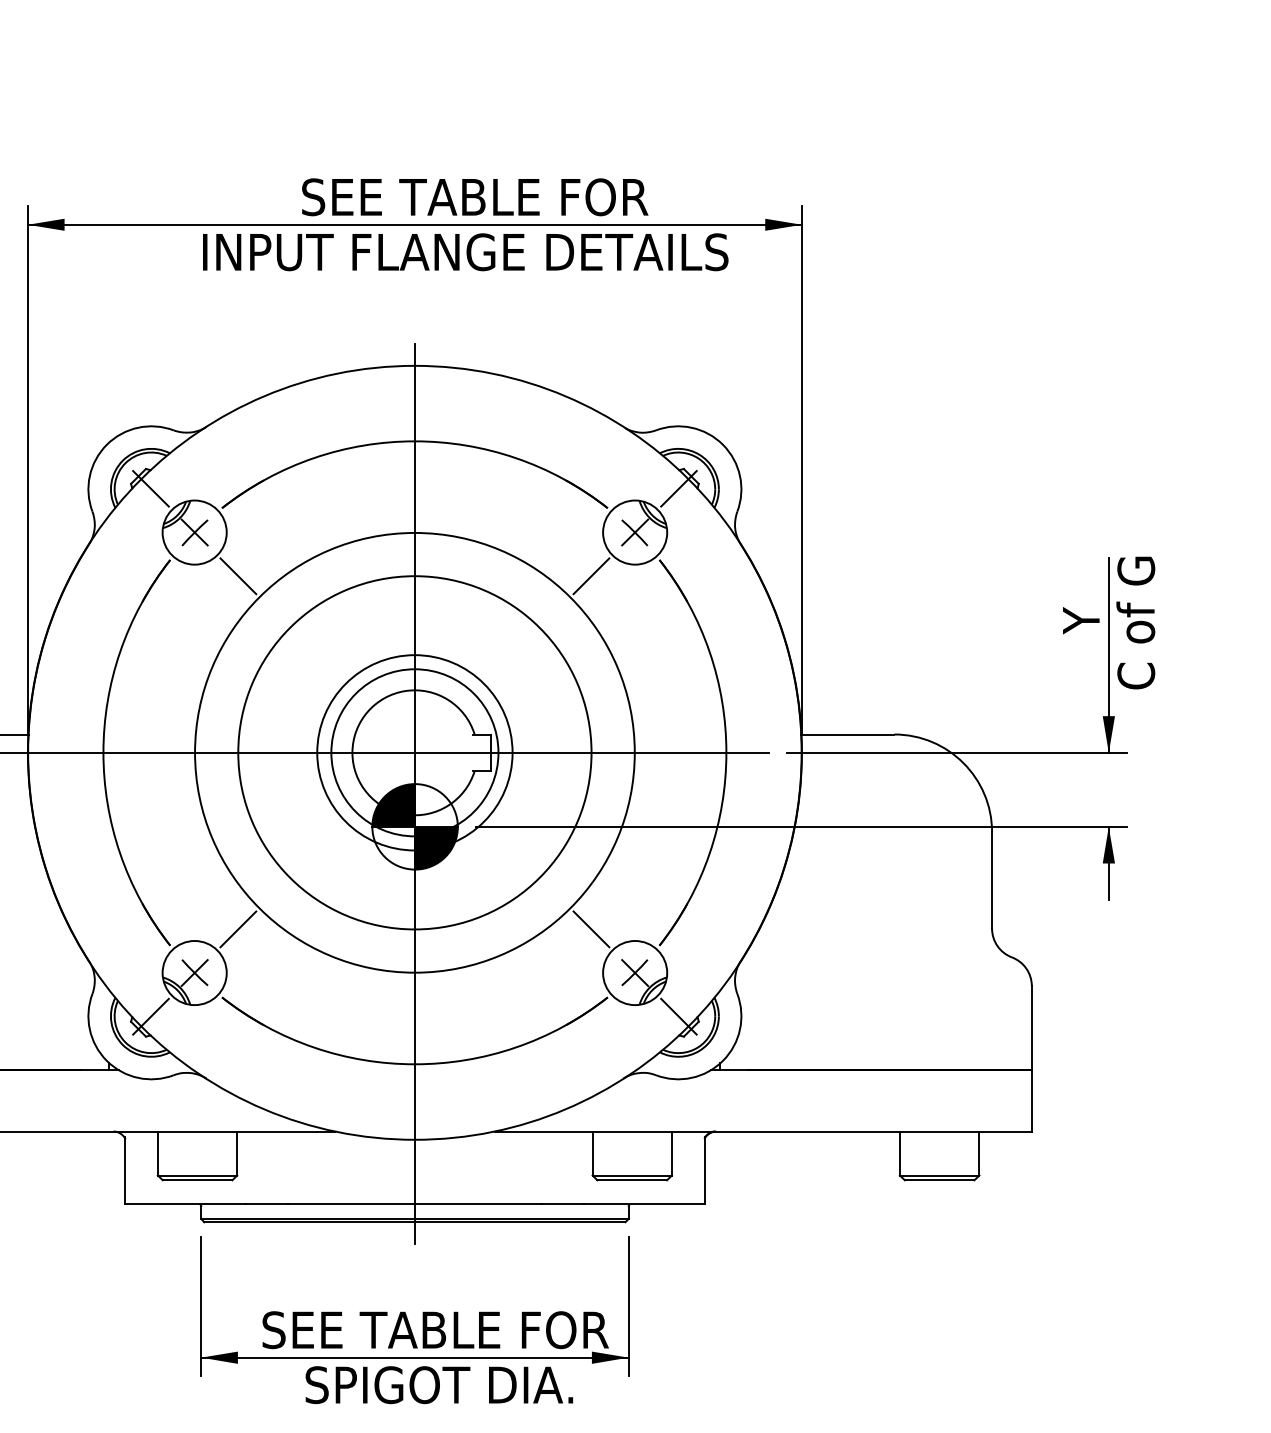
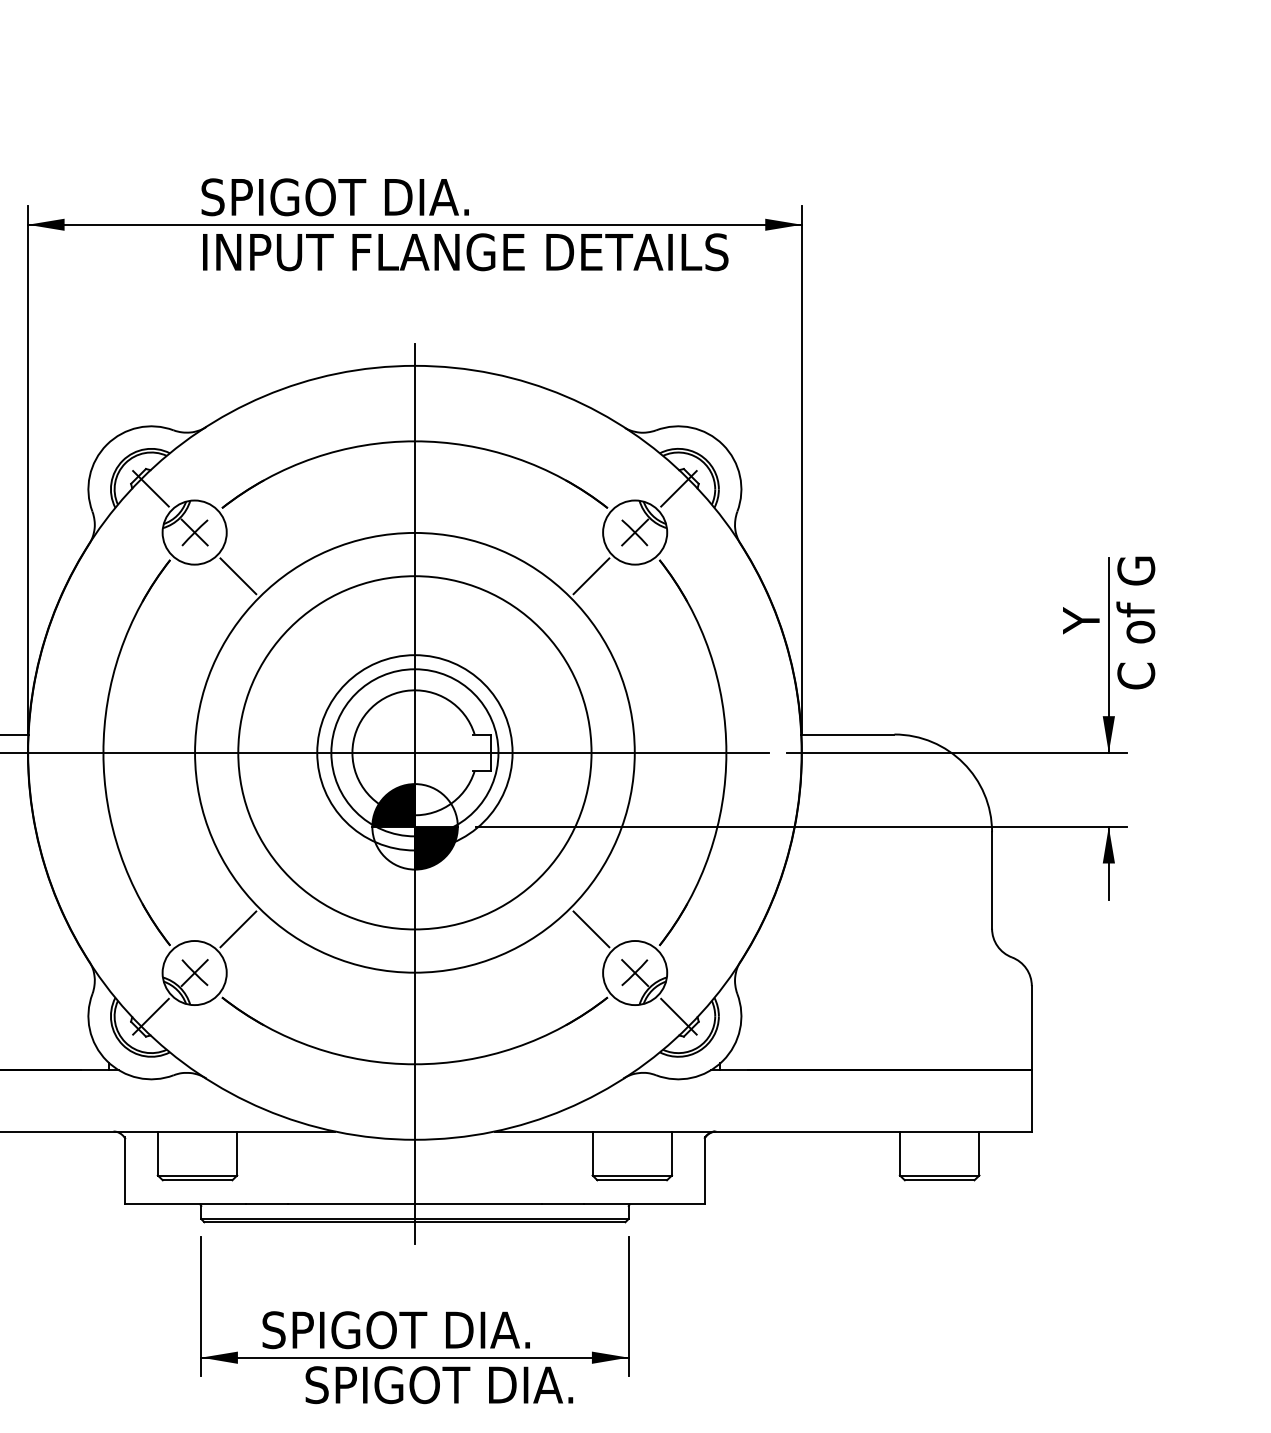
text at (424, 197): SEE TABLE FOR -> SPIGOT DIA.
text at (452, 1330): SEE TABLE FOR -> SPIGOT DIA.
